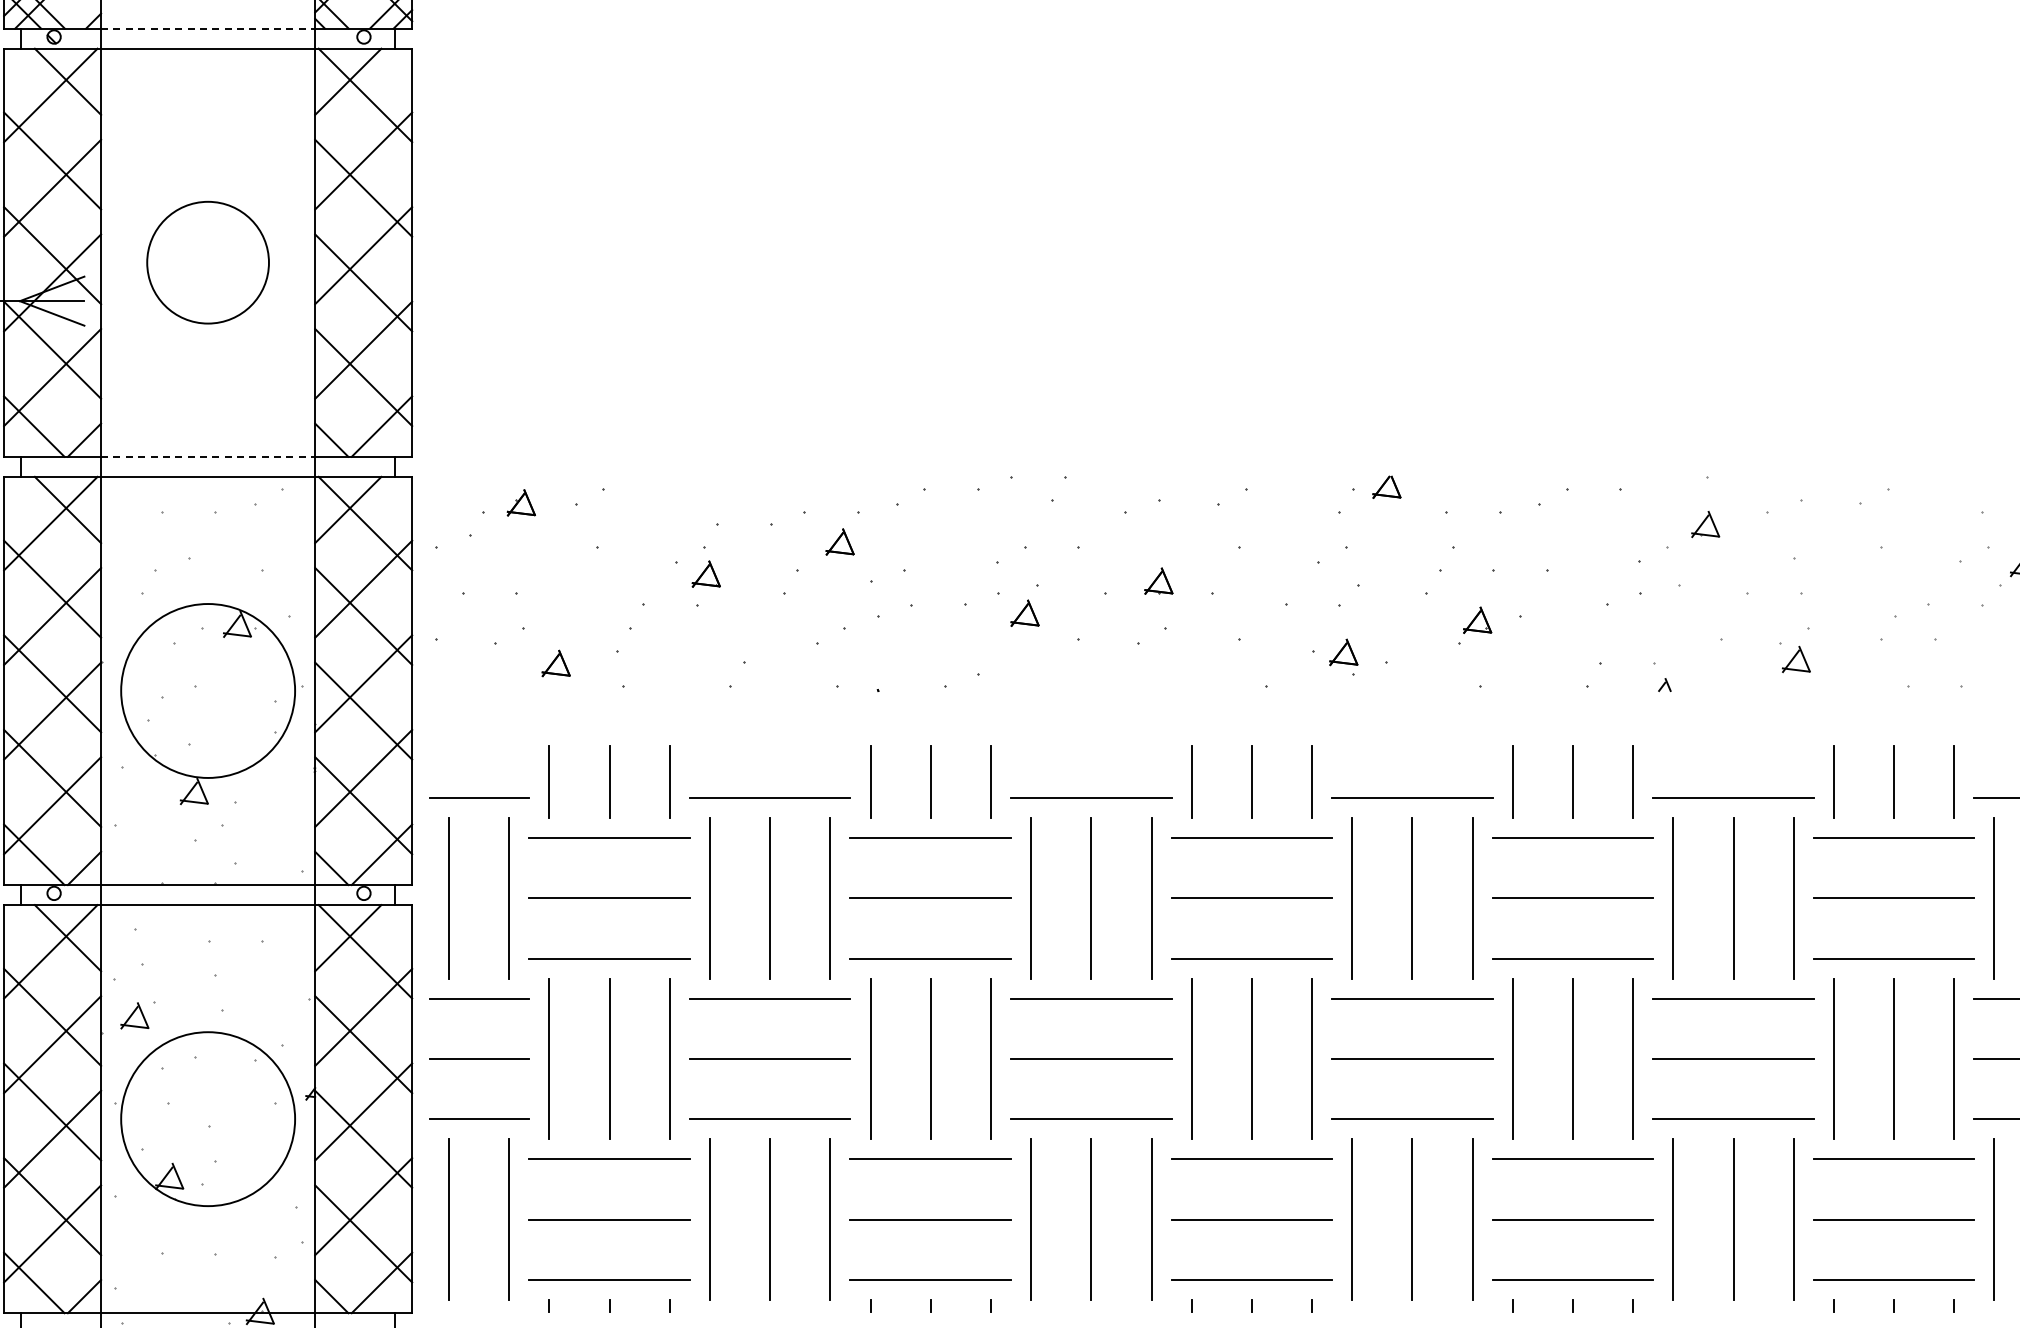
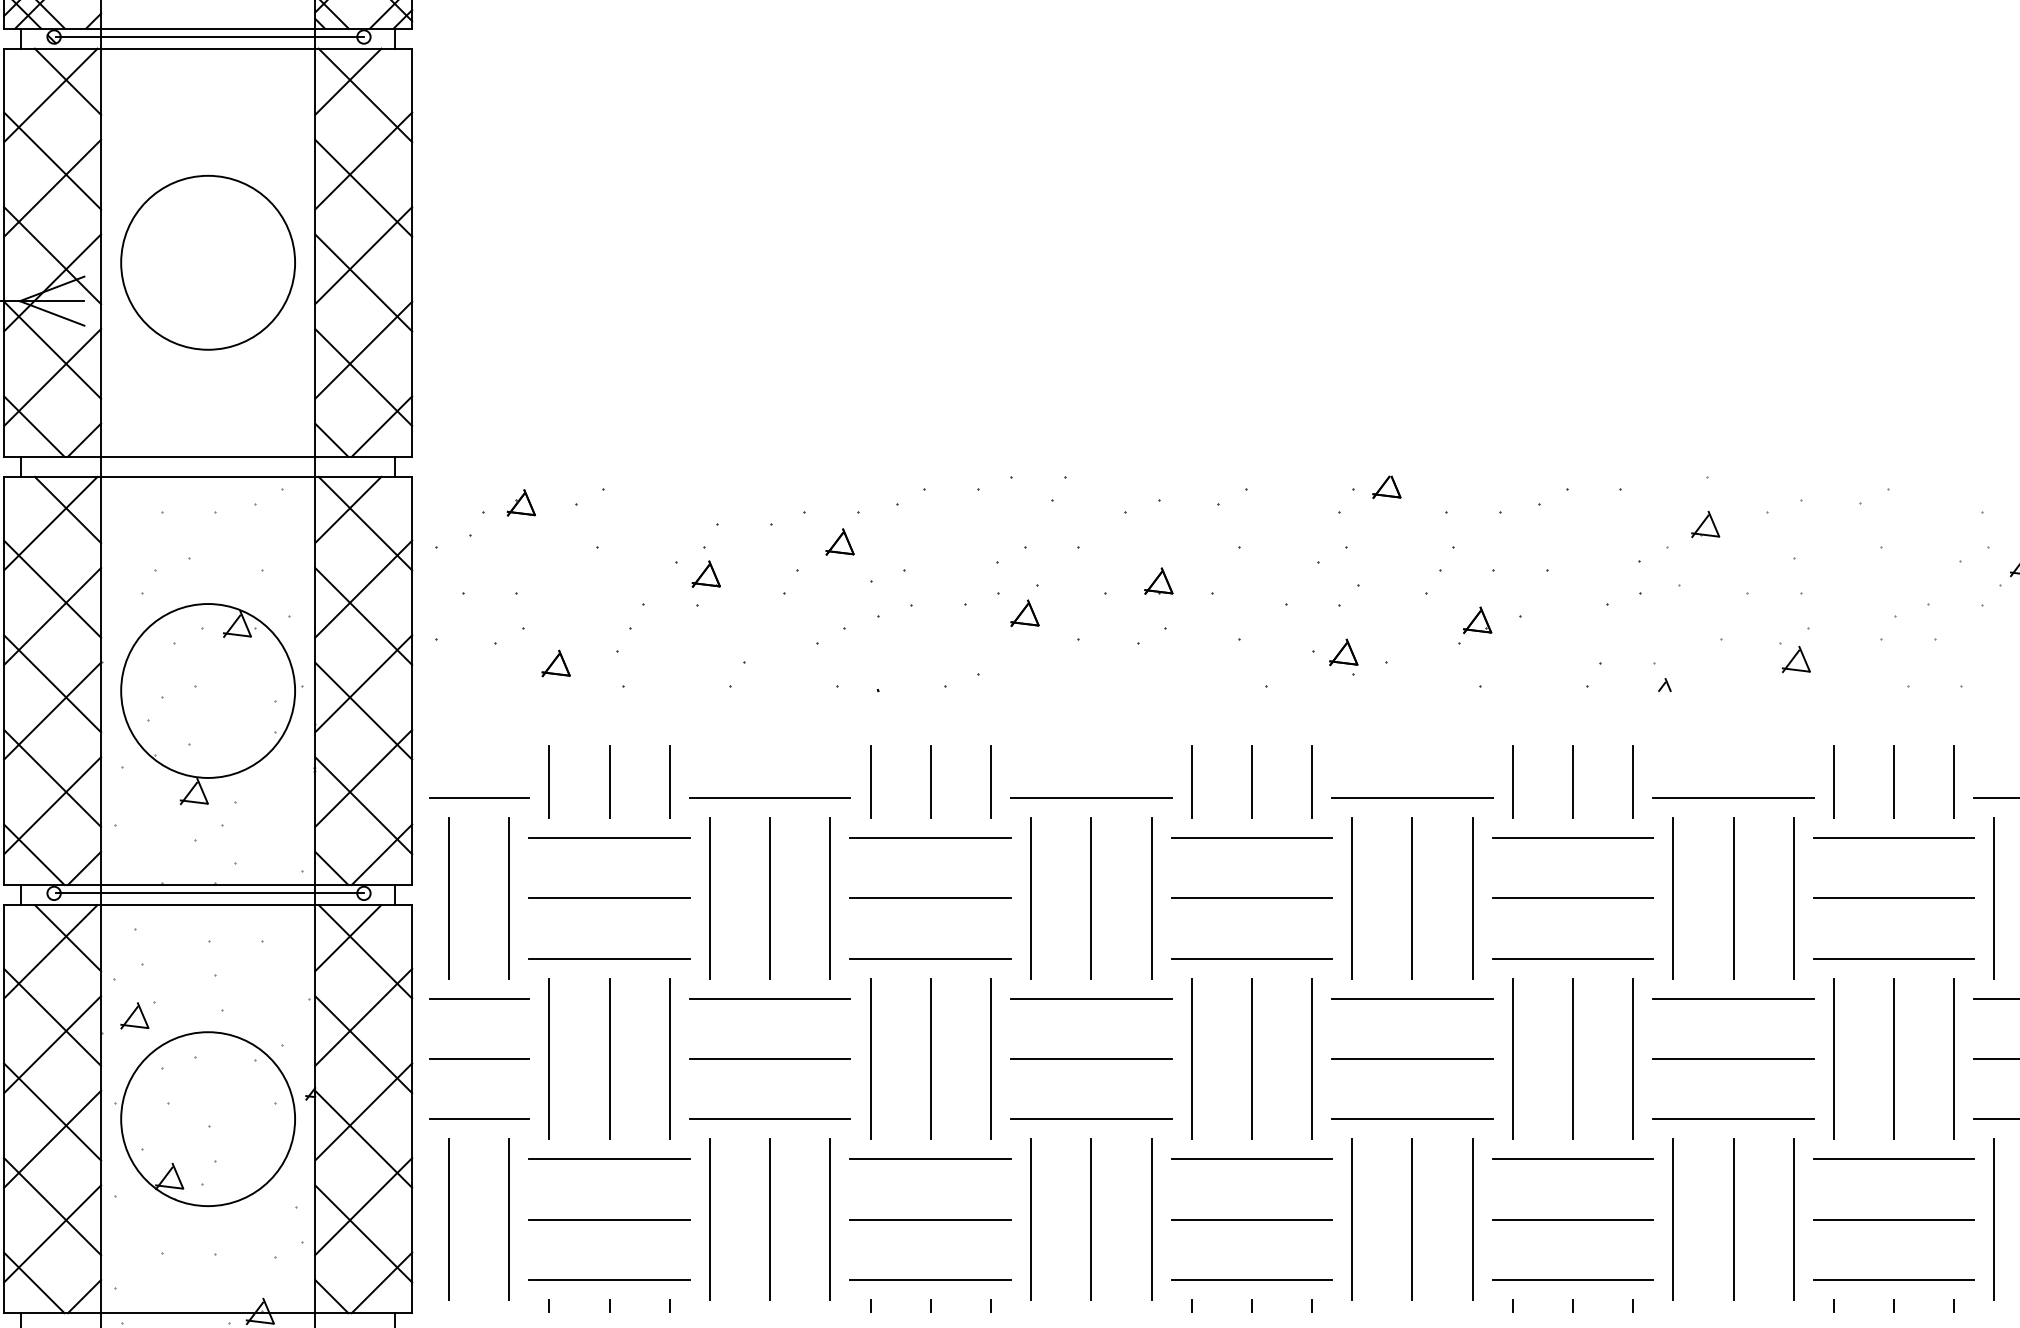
line at (208, 28): dashed -> solid
line at (209, 37): none -> present
circle at (207, 262) size: 124x125 px -> 176x177 px
line at (208, 456): dashed -> solid
line at (209, 893): none -> present
